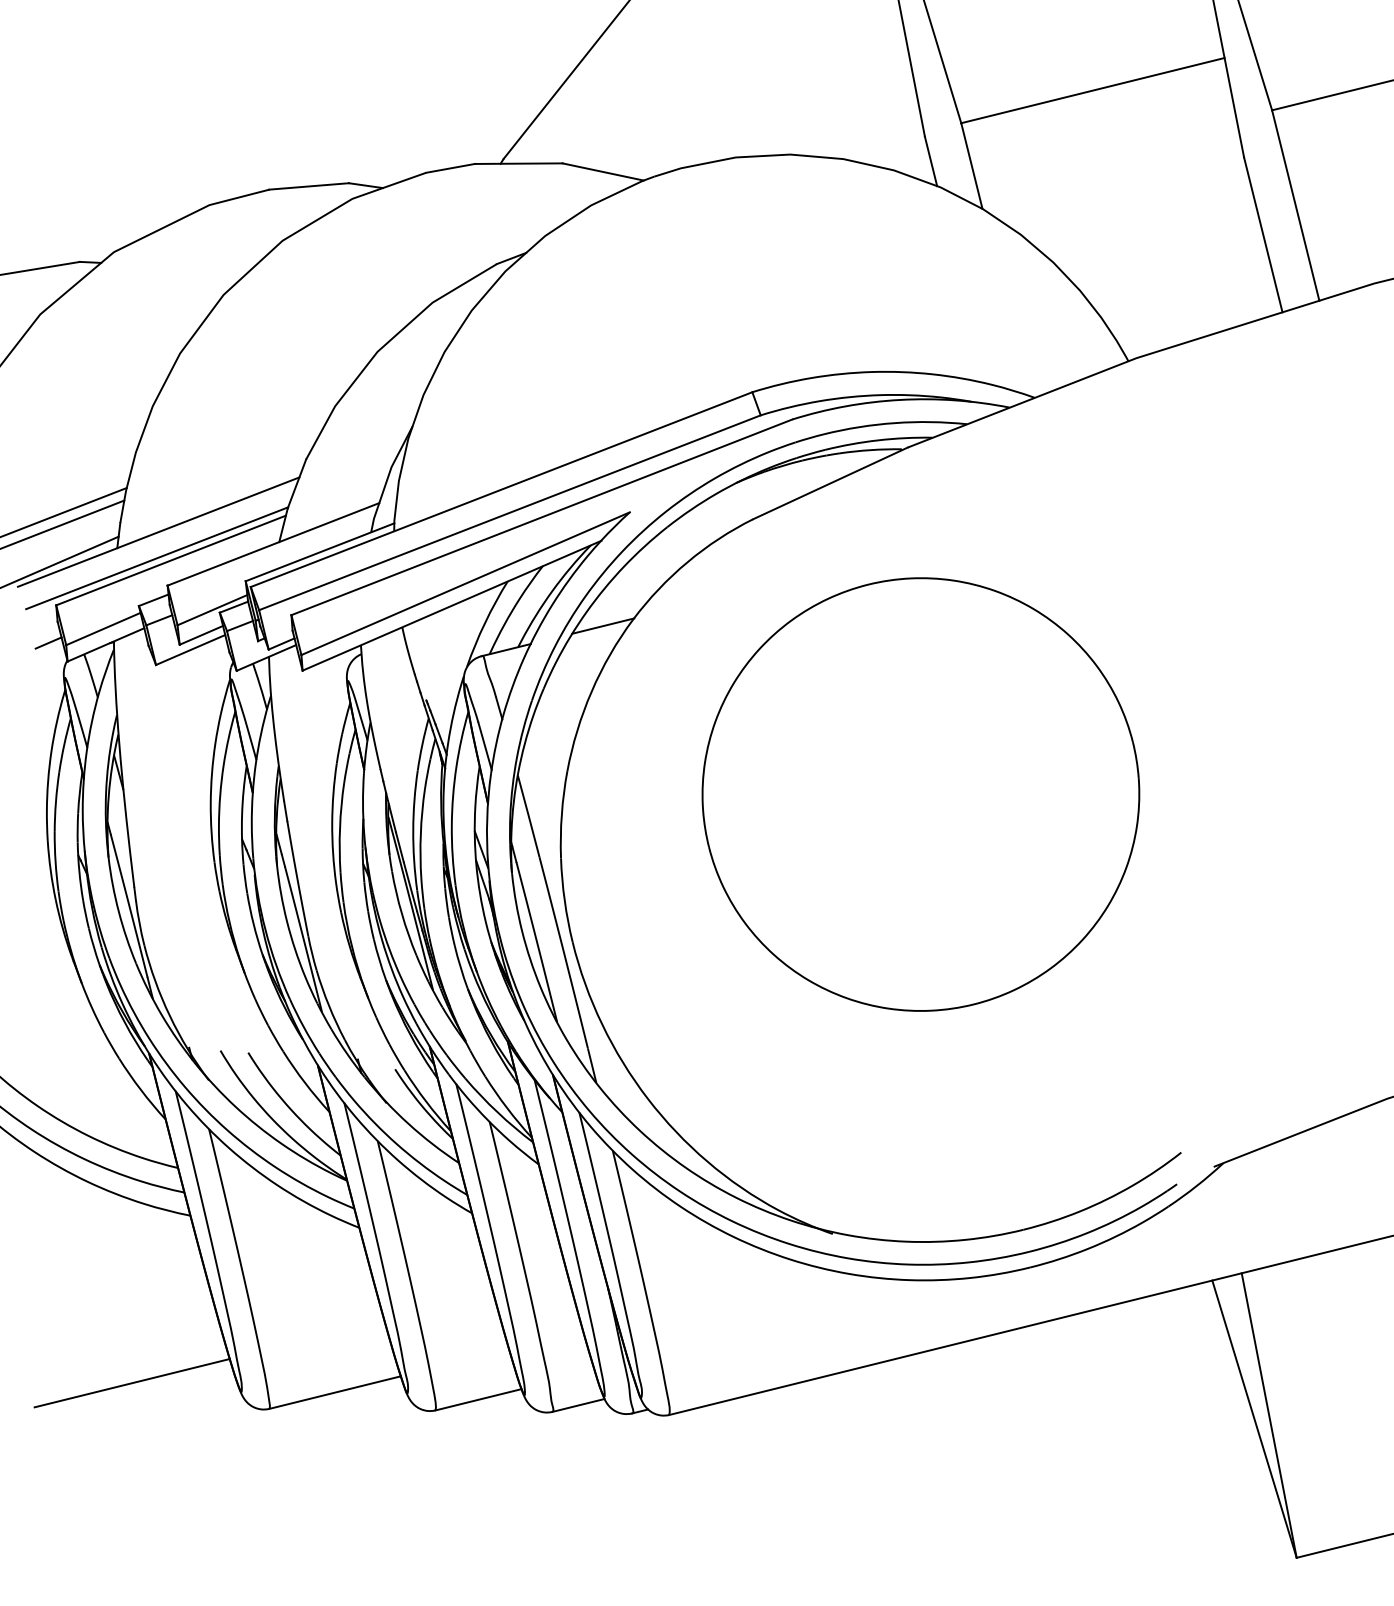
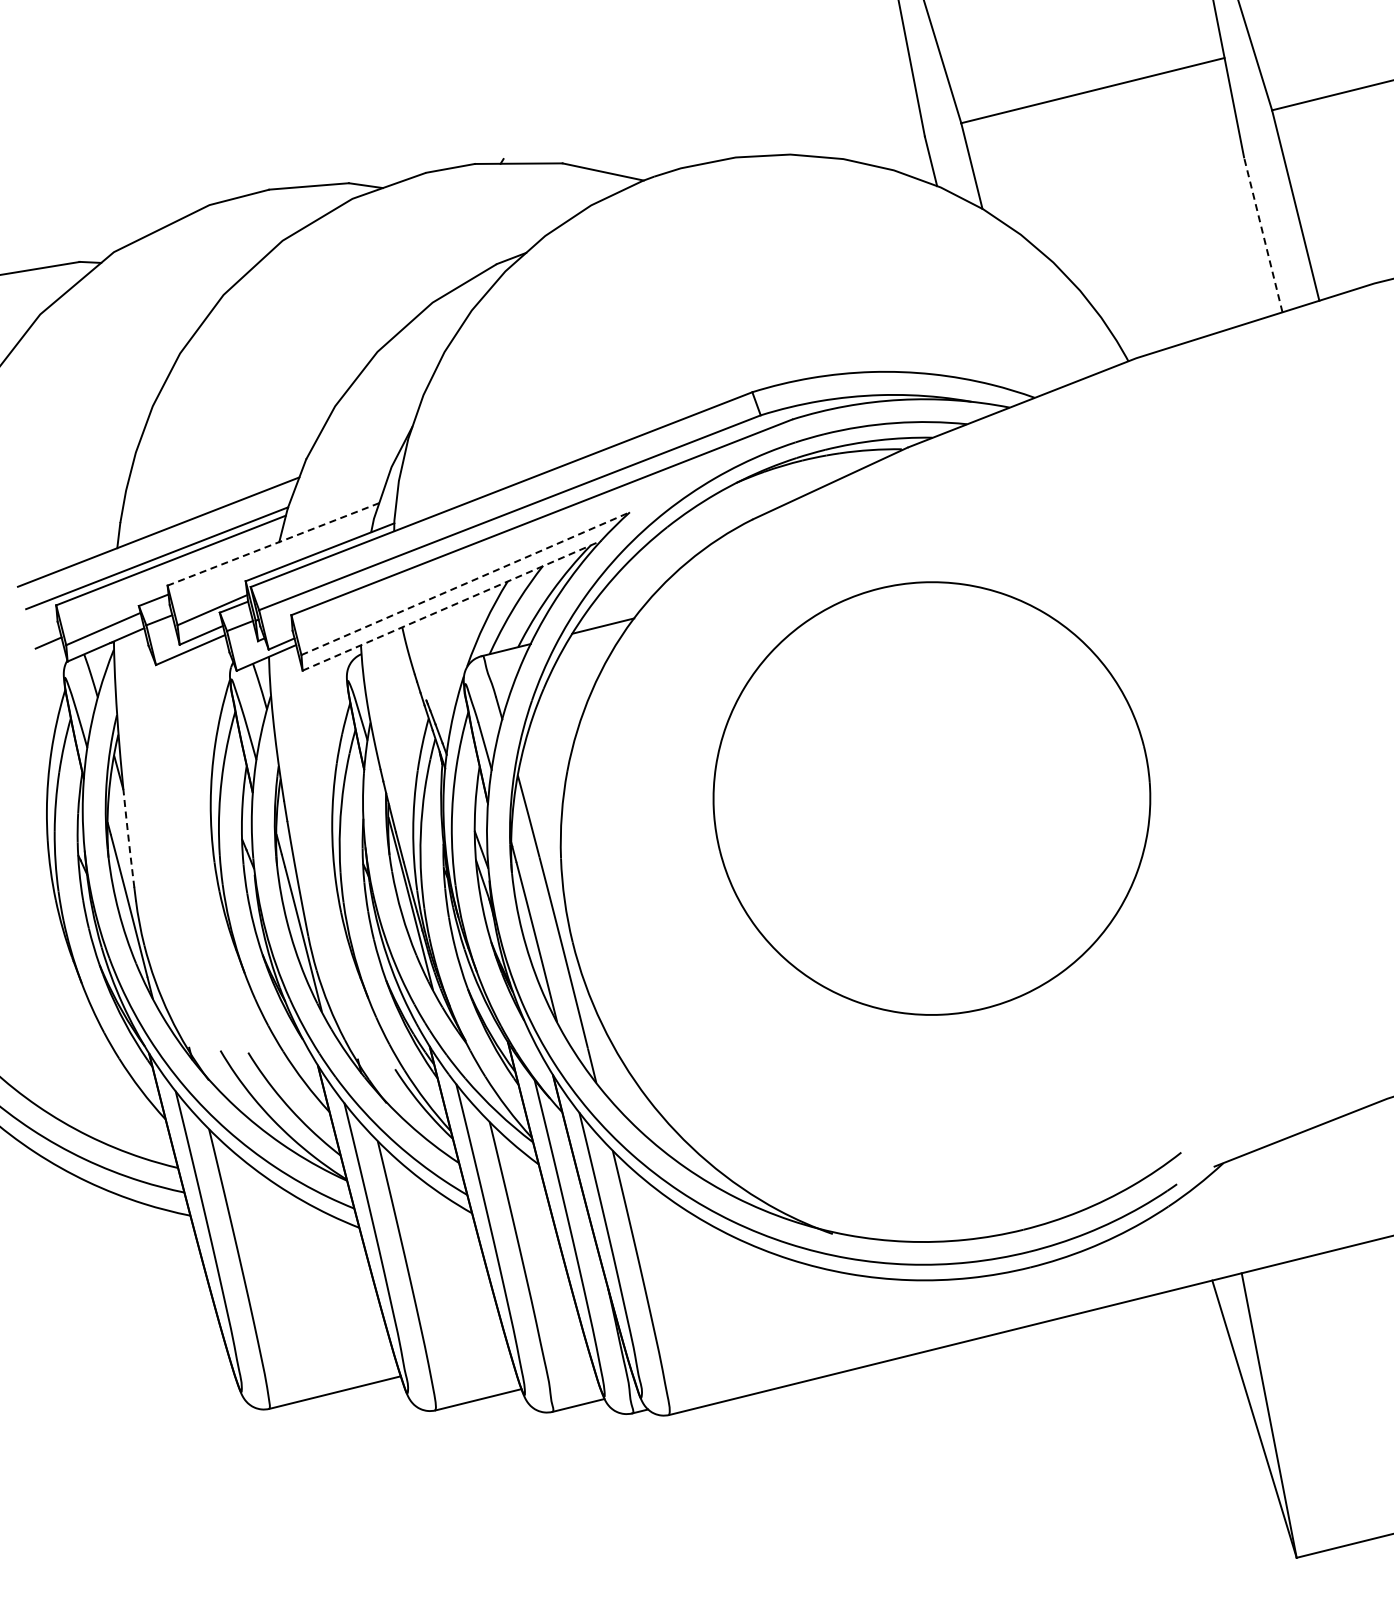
line at (565, 80): present -> none
line at (1263, 234): solid -> dashed
line at (64, 511): present -> none
line at (63, 524): present -> none
line at (273, 544): solid -> dashed
line at (60, 561): present -> none
line at (466, 583): solid -> dashed
line at (452, 605): solid -> dashed
part at (920, 794) position: (920, 794) -> (931, 798)
line at (128, 838): solid -> dashed
line at (131, 1383): present -> none
